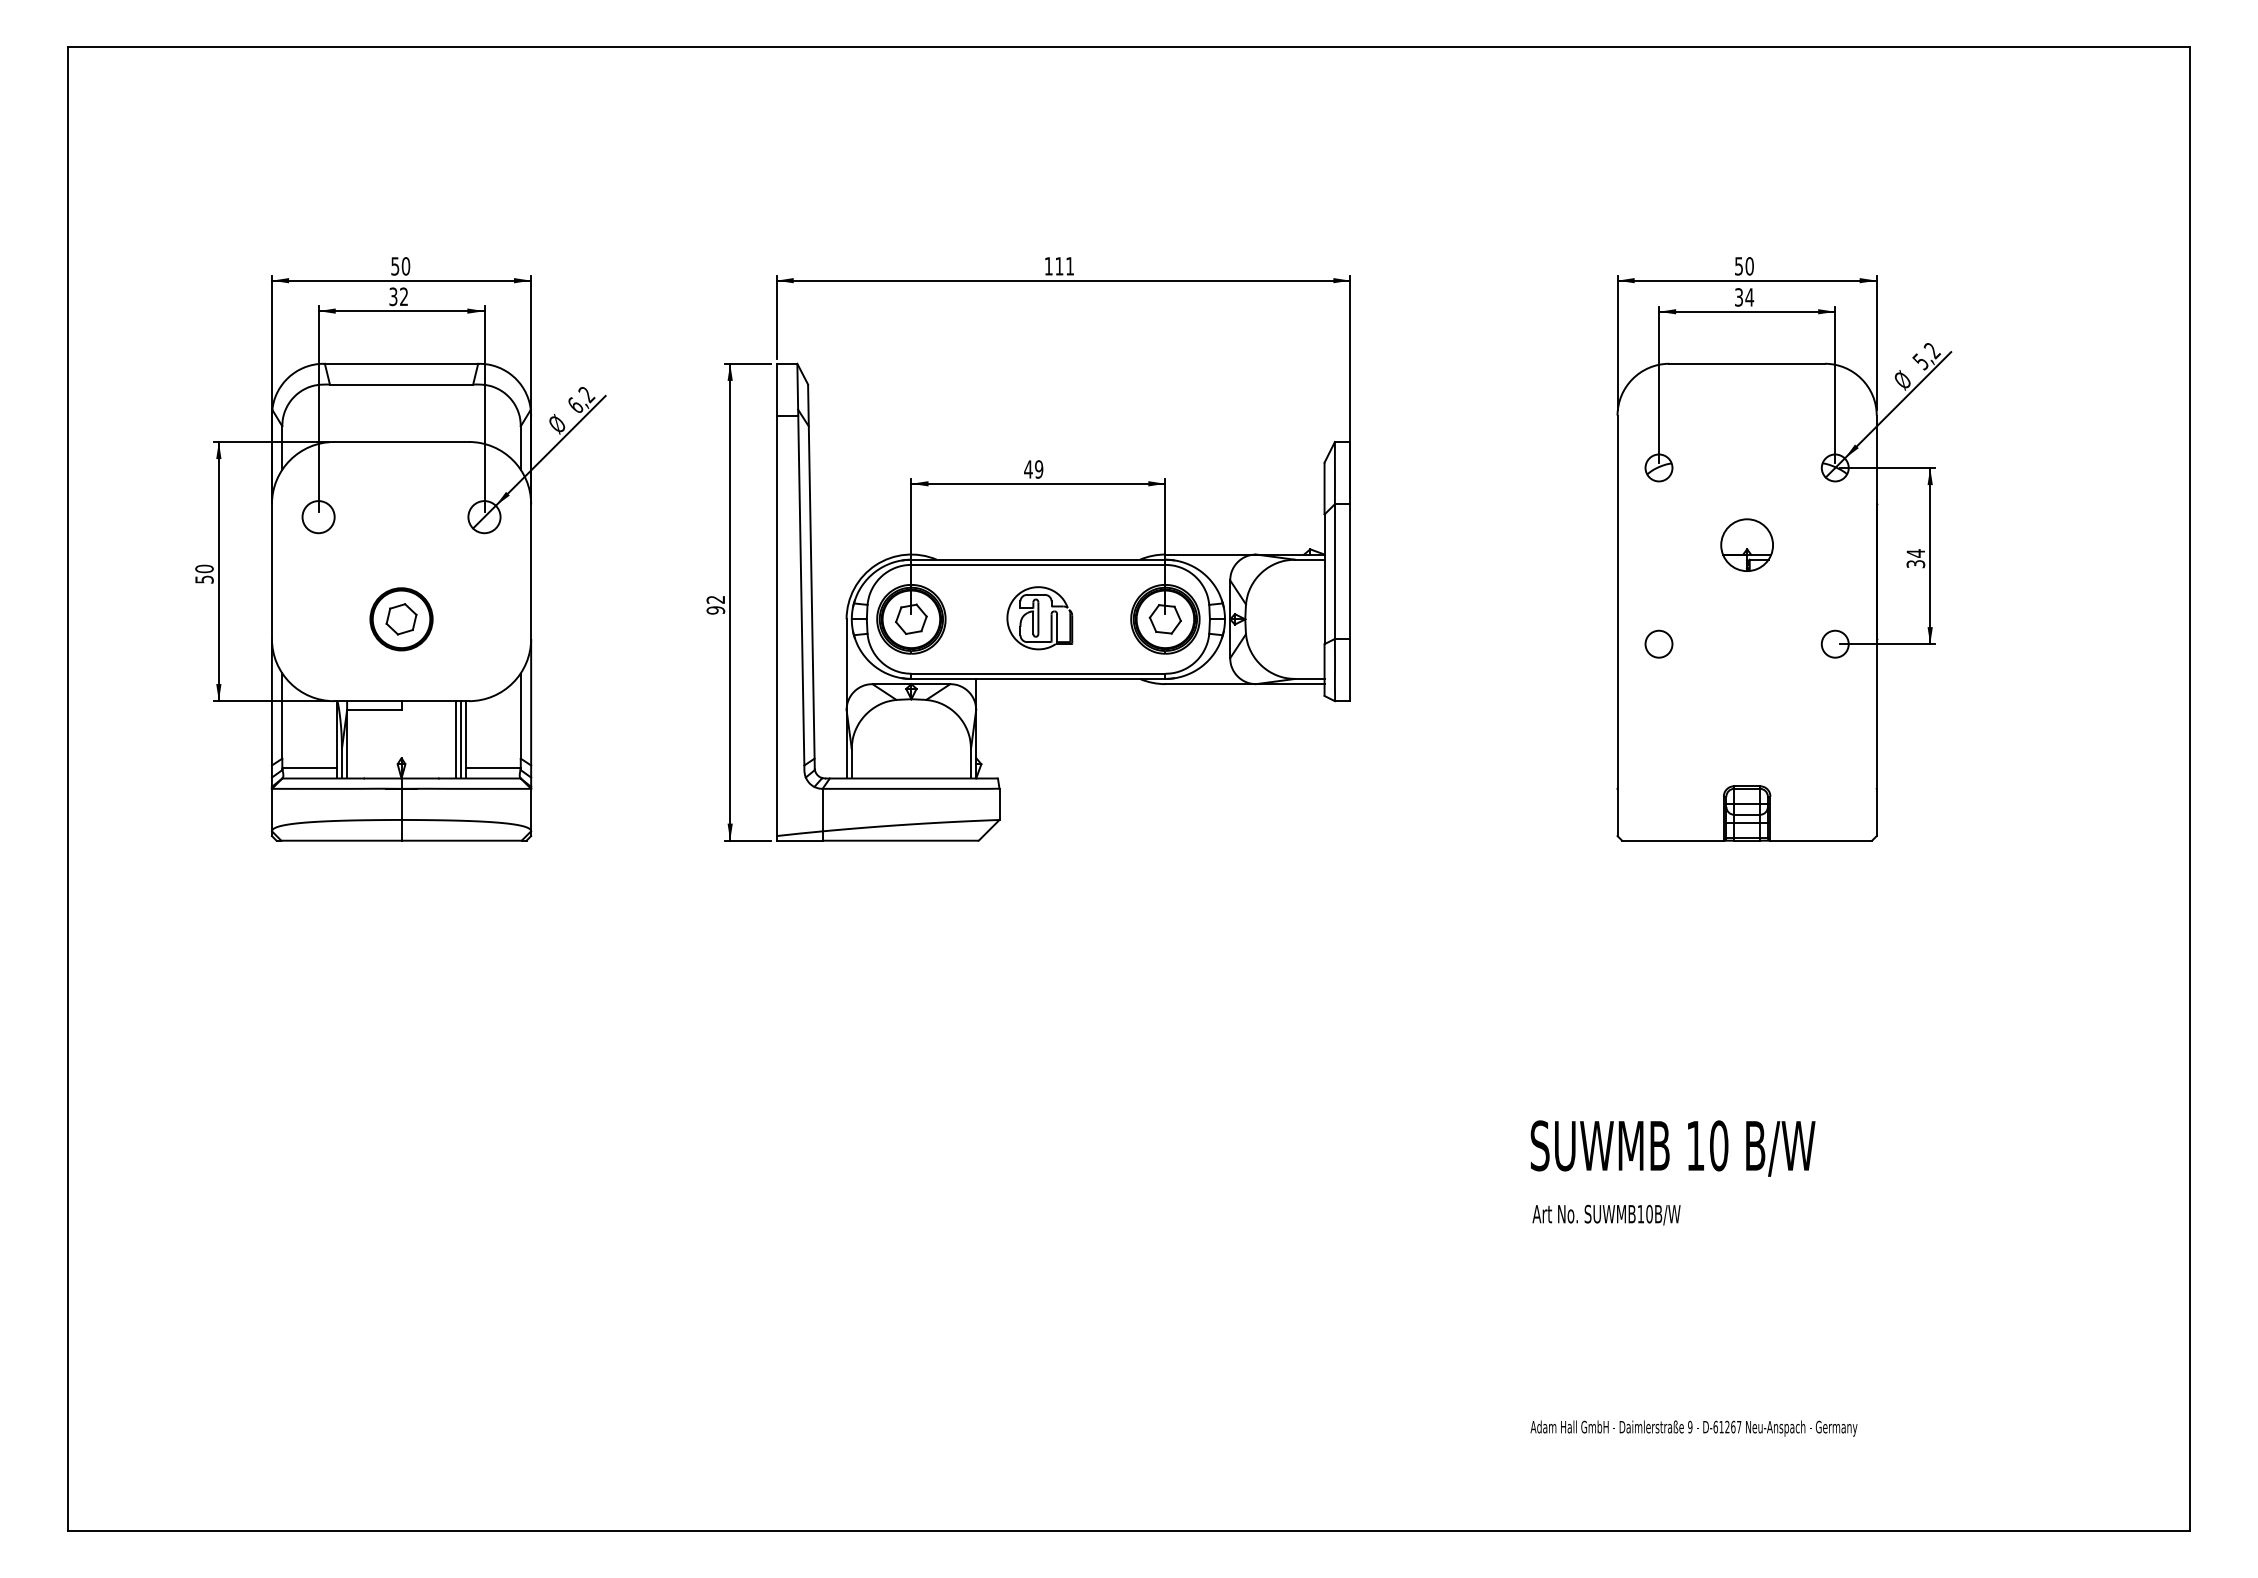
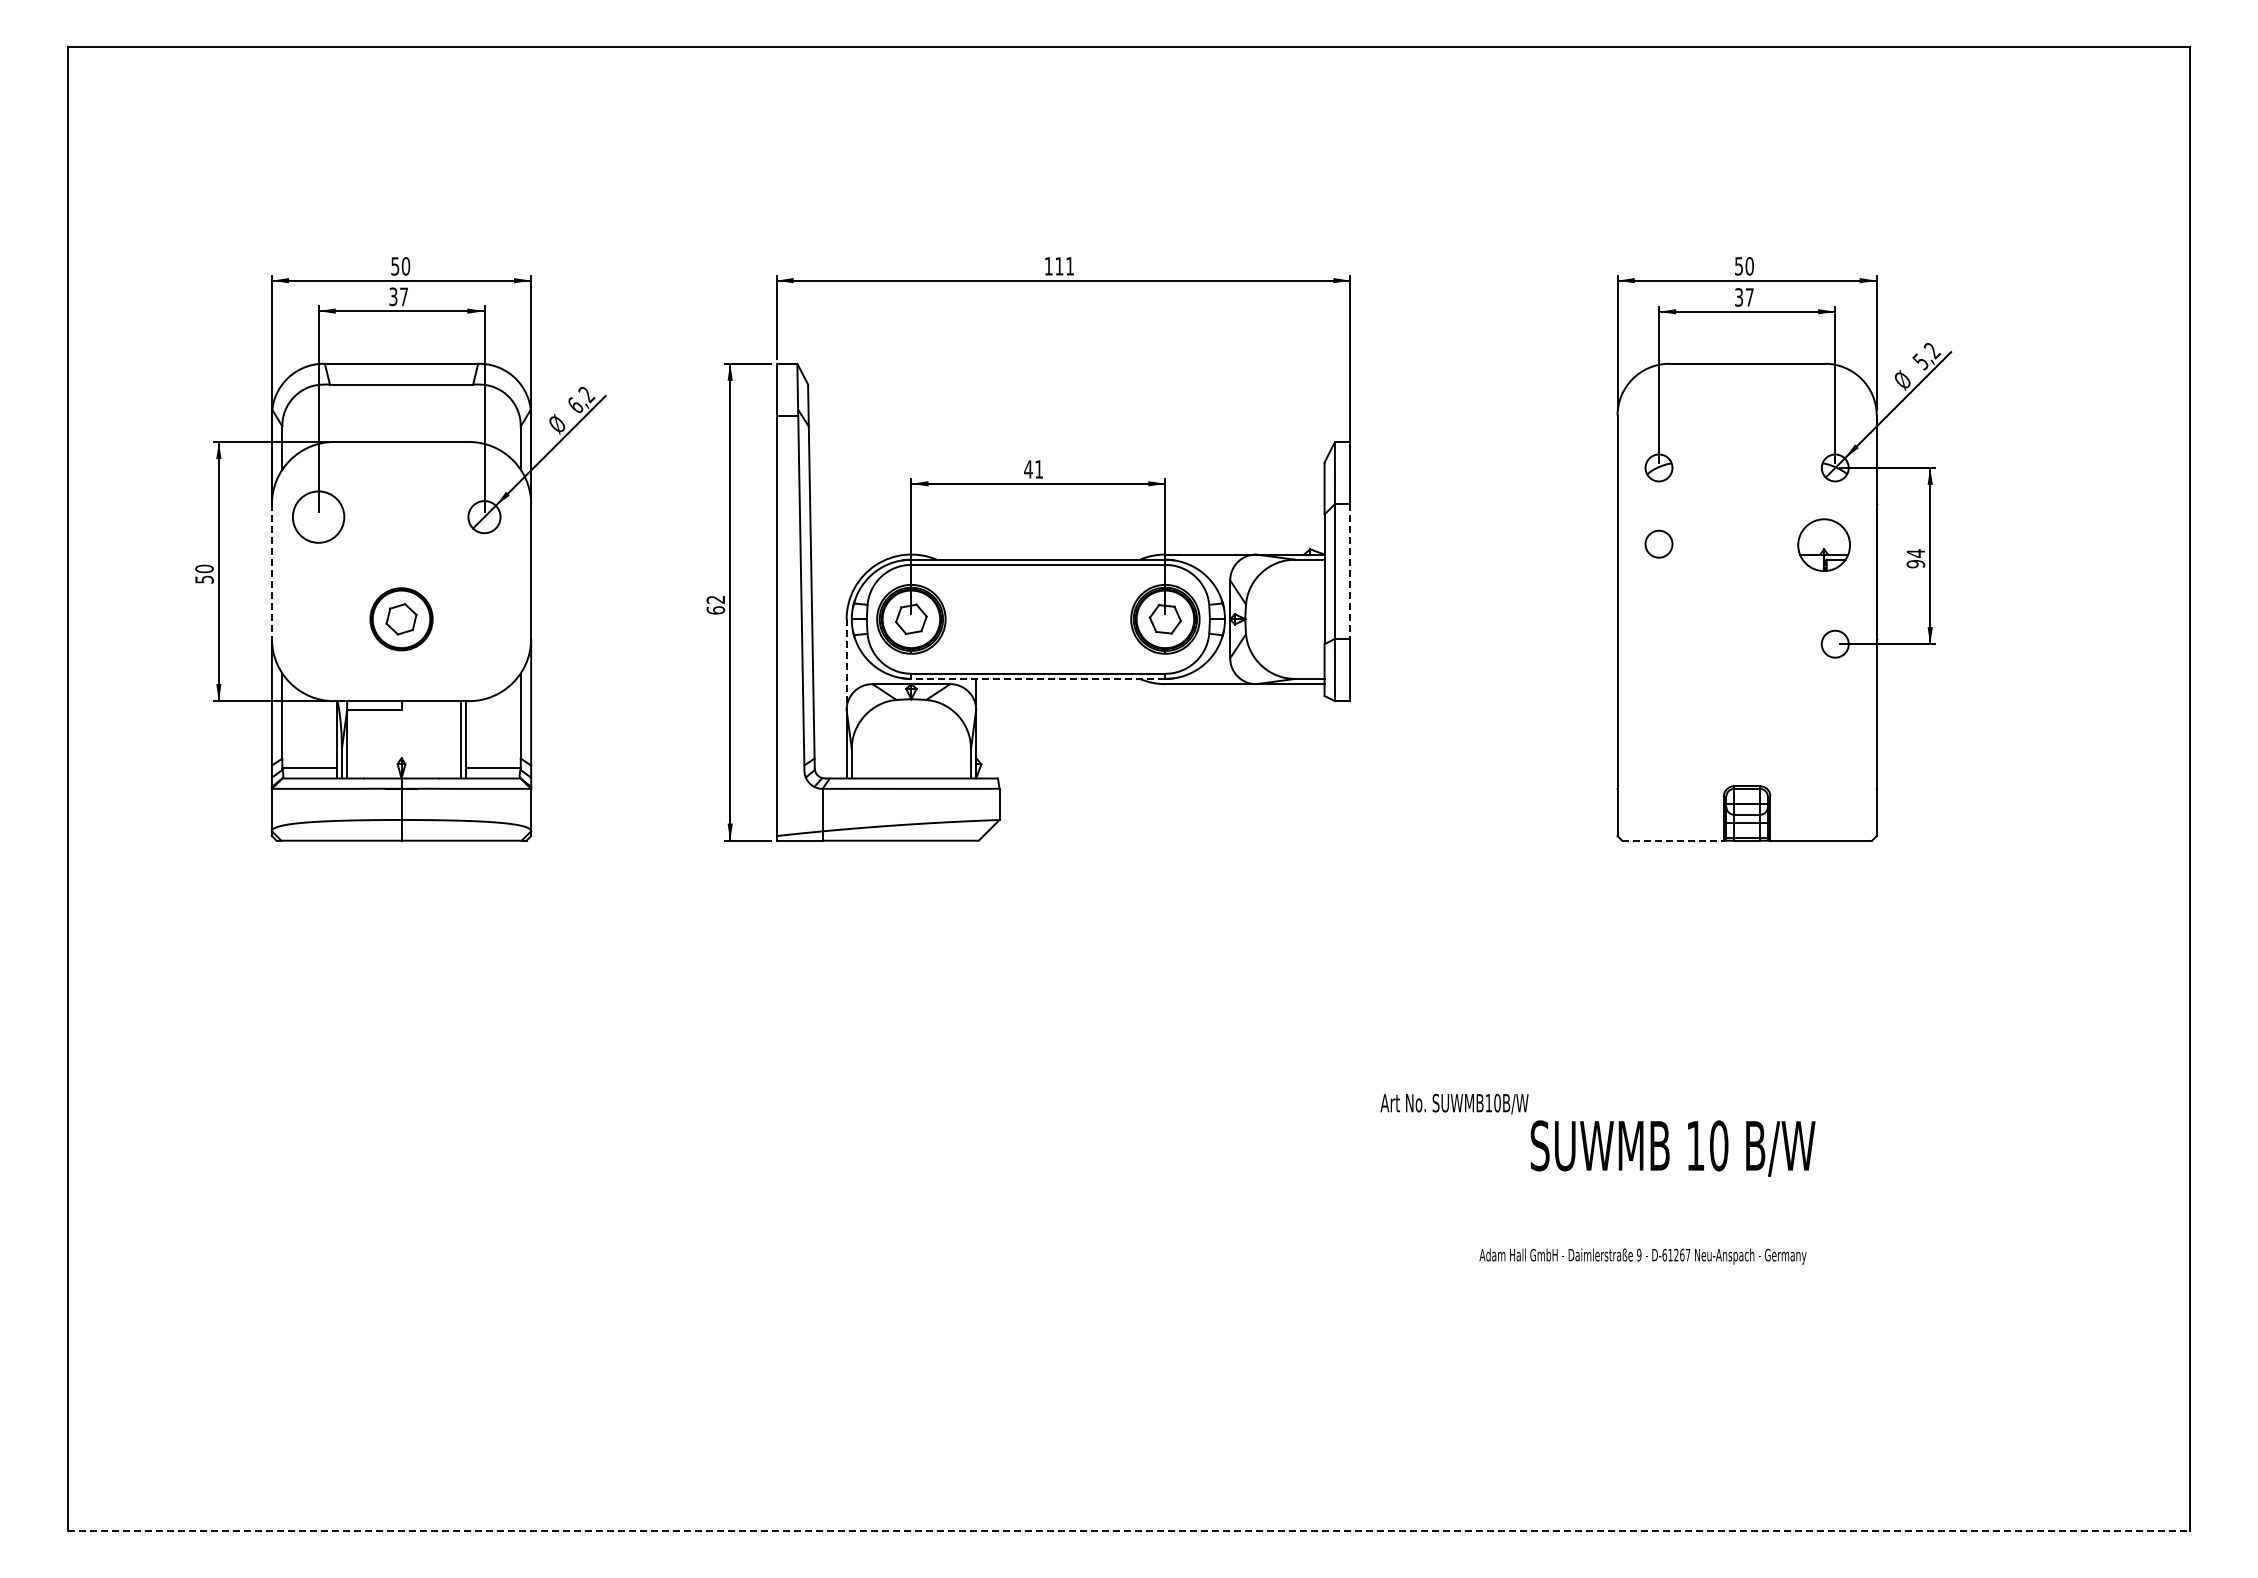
text at (403, 296): 32 -> 37
text at (1749, 297): 34 -> 37
text at (1039, 469): 49 -> 41
circle at (318, 517) diameter: 32 px -> 51 px
part at (1746, 544) position: (1746, 544) -> (1823, 544)
text at (1915, 564): 34 -> 94
line at (271, 572): solid -> dashed
line at (1350, 572): solid -> dashed
text at (715, 610): 92 -> 62
part at (1039, 618): present -> none
circle at (1658, 643) position: (1658, 643) -> (1658, 543)
line at (846, 665): solid -> dashed
line at (1037, 678): solid -> dashed
line at (455, 739): present -> none
line at (1672, 840): solid -> dashed
text at (1606, 1214) position: (1606, 1214) -> (1454, 1103)
text at (1693, 1428) position: (1693, 1428) -> (1642, 1256)
line at (1129, 1530): solid -> dashed
